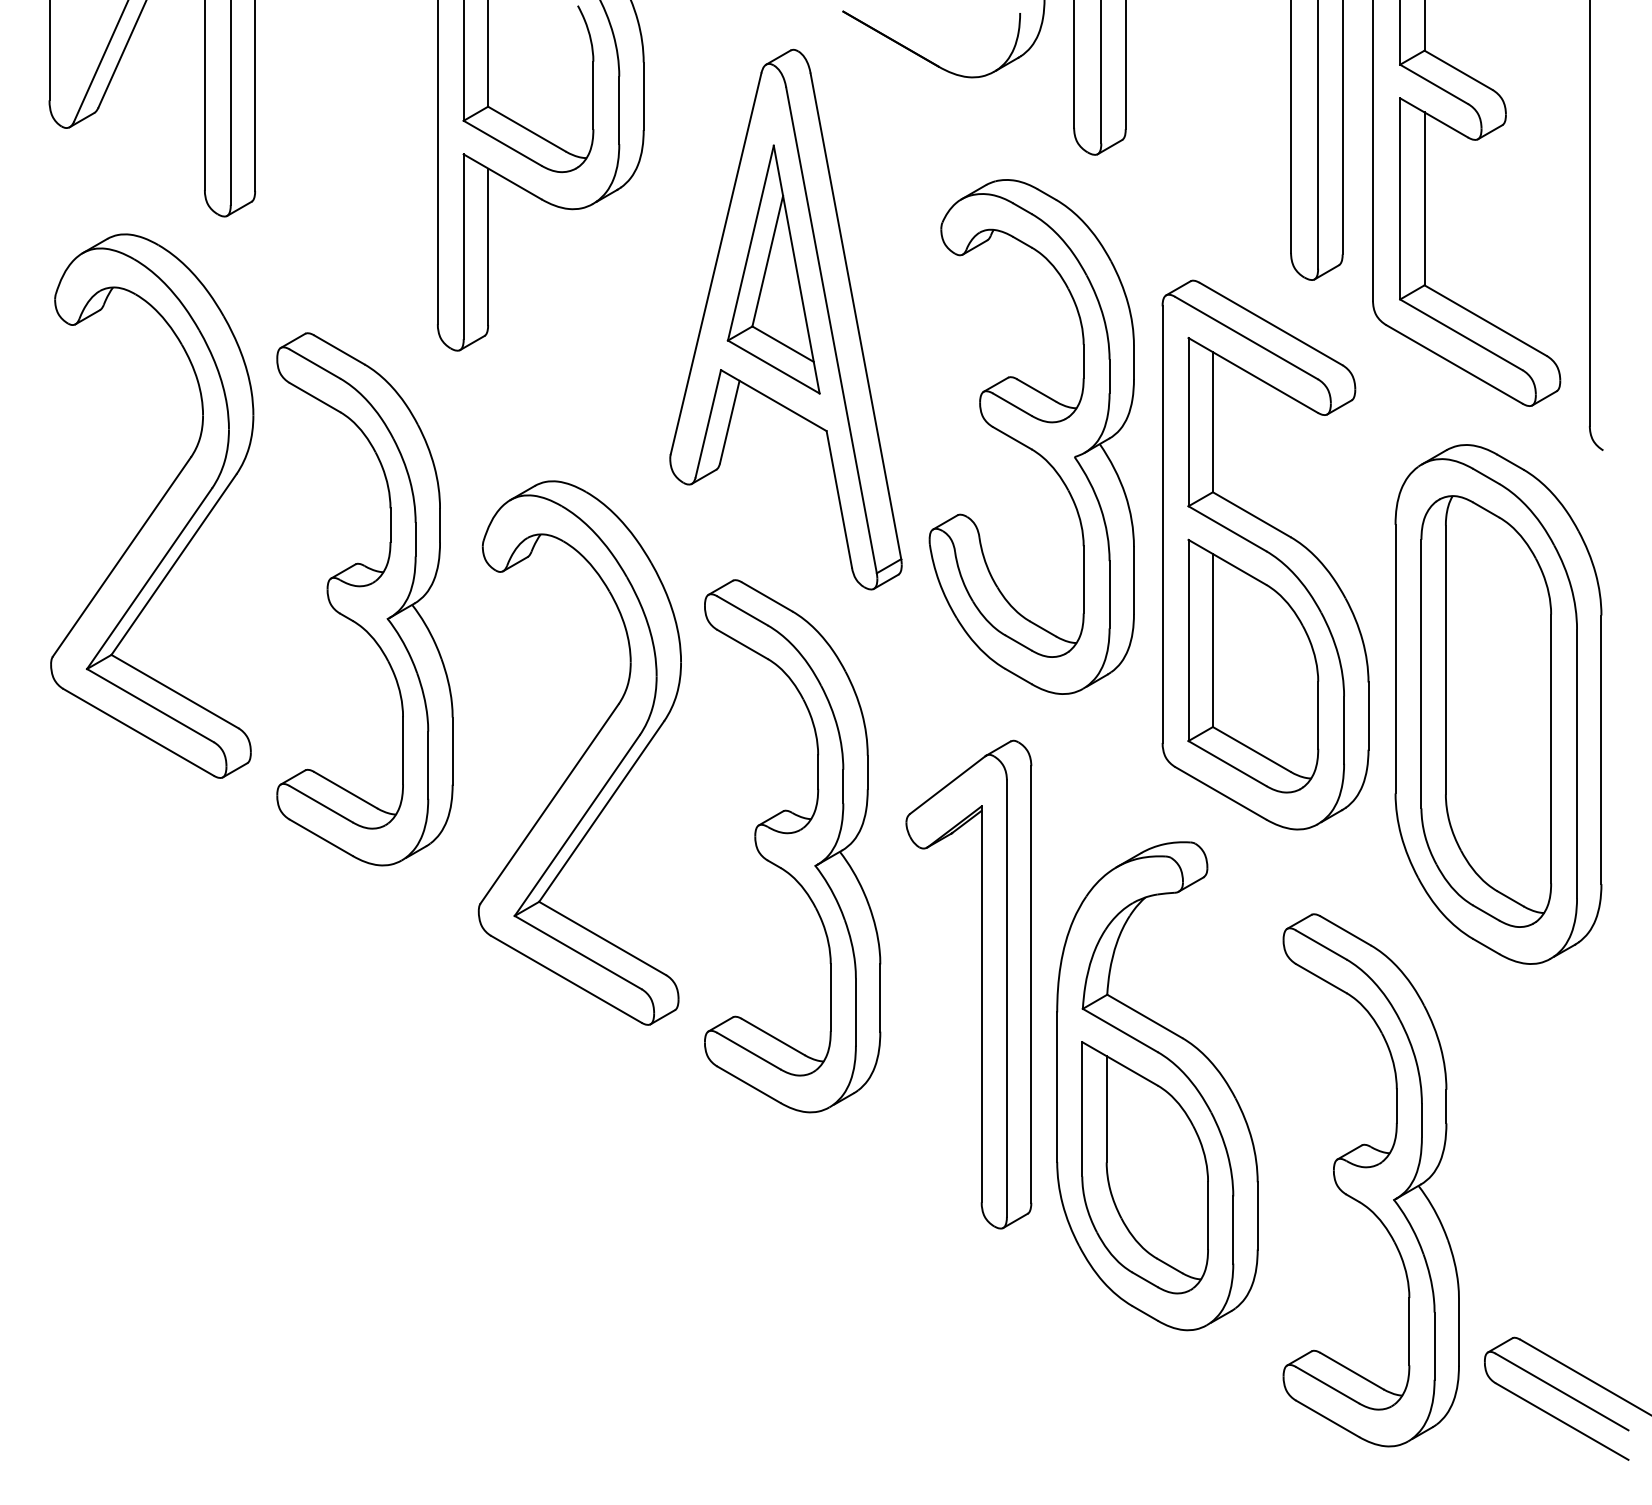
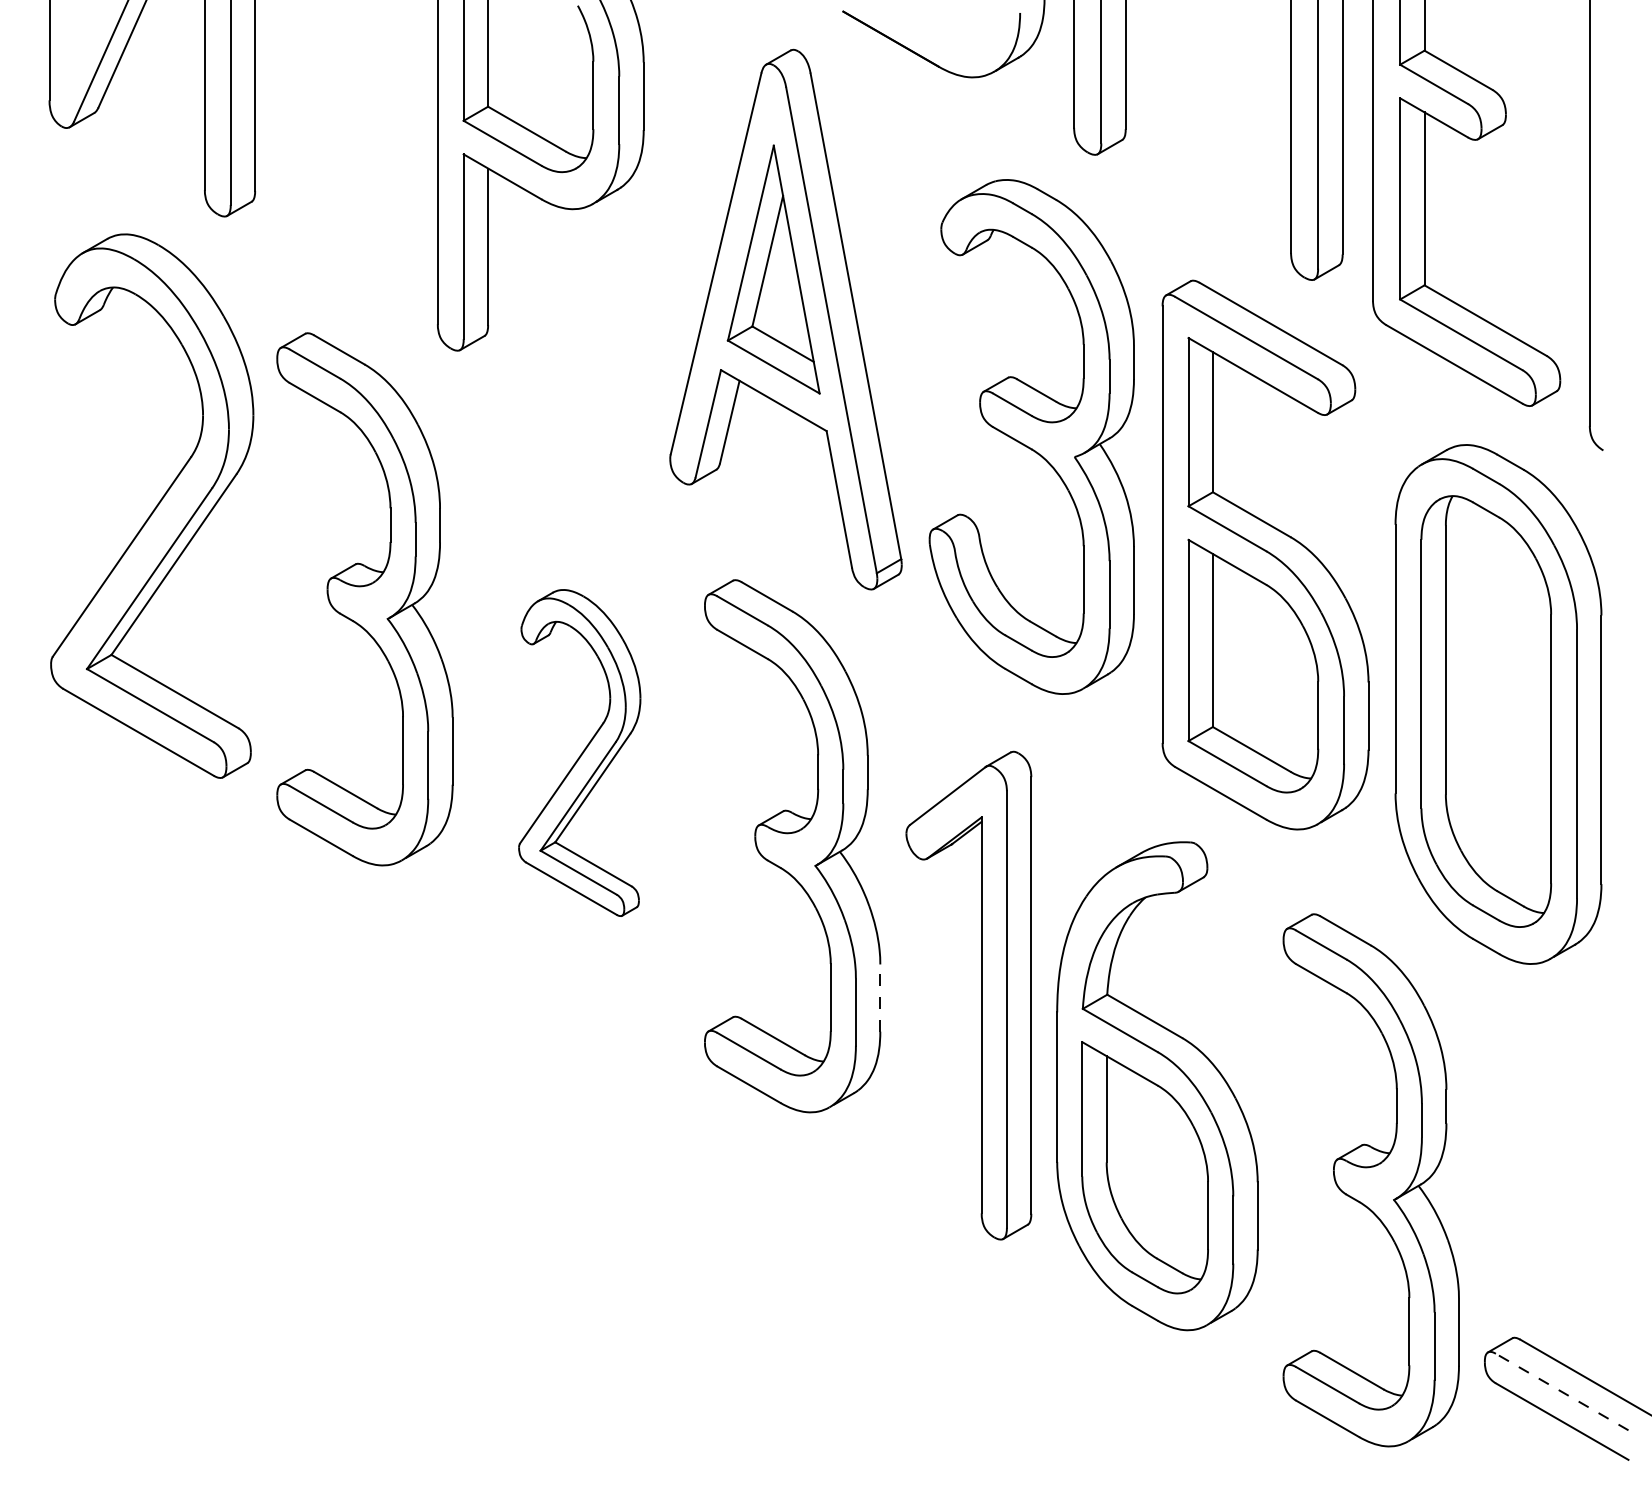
part at (579, 752) size: 205x546 px -> 124x328 px
part at (981, 984) position: (981, 984) -> (981, 995)
line at (880, 998): solid -> dashed
line at (1562, 1392): solid -> dashed
